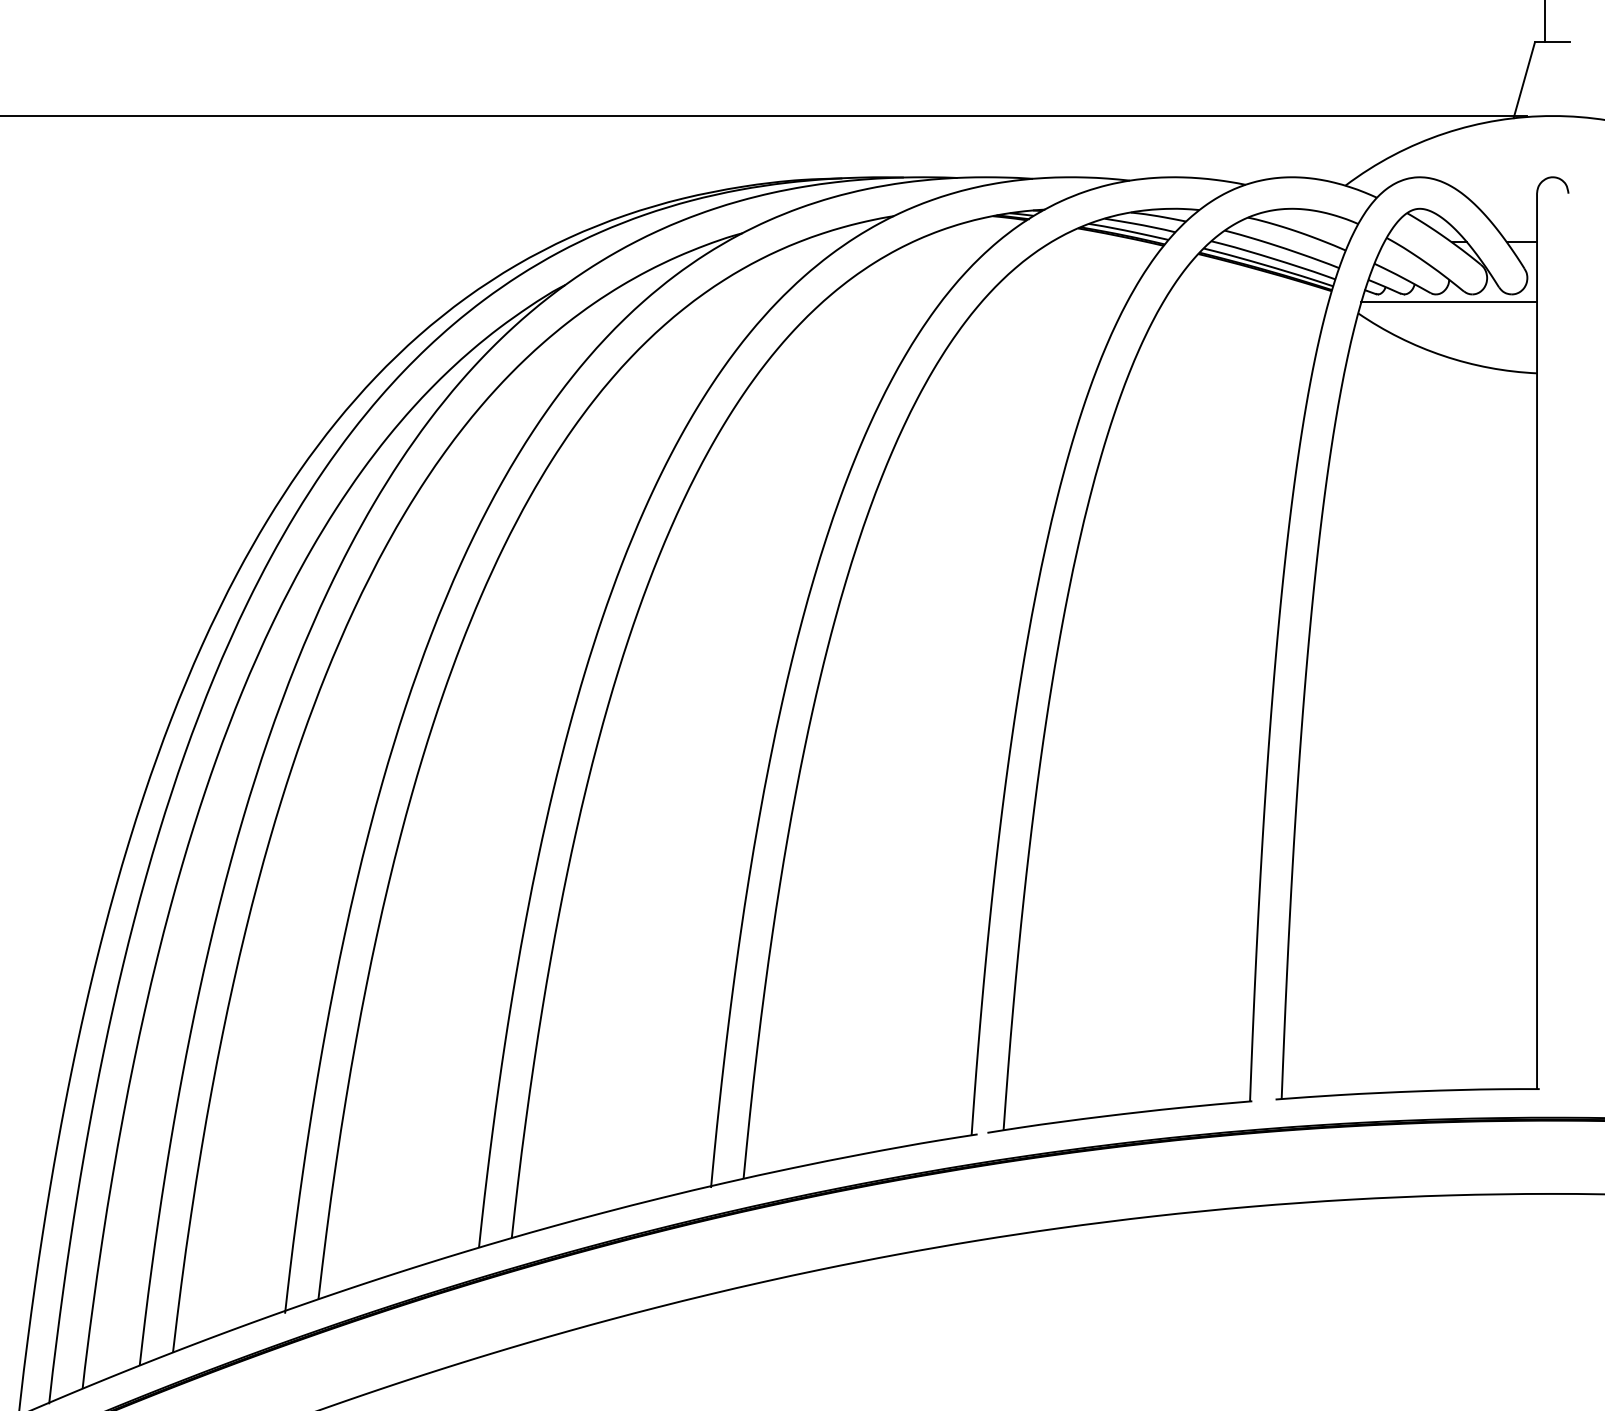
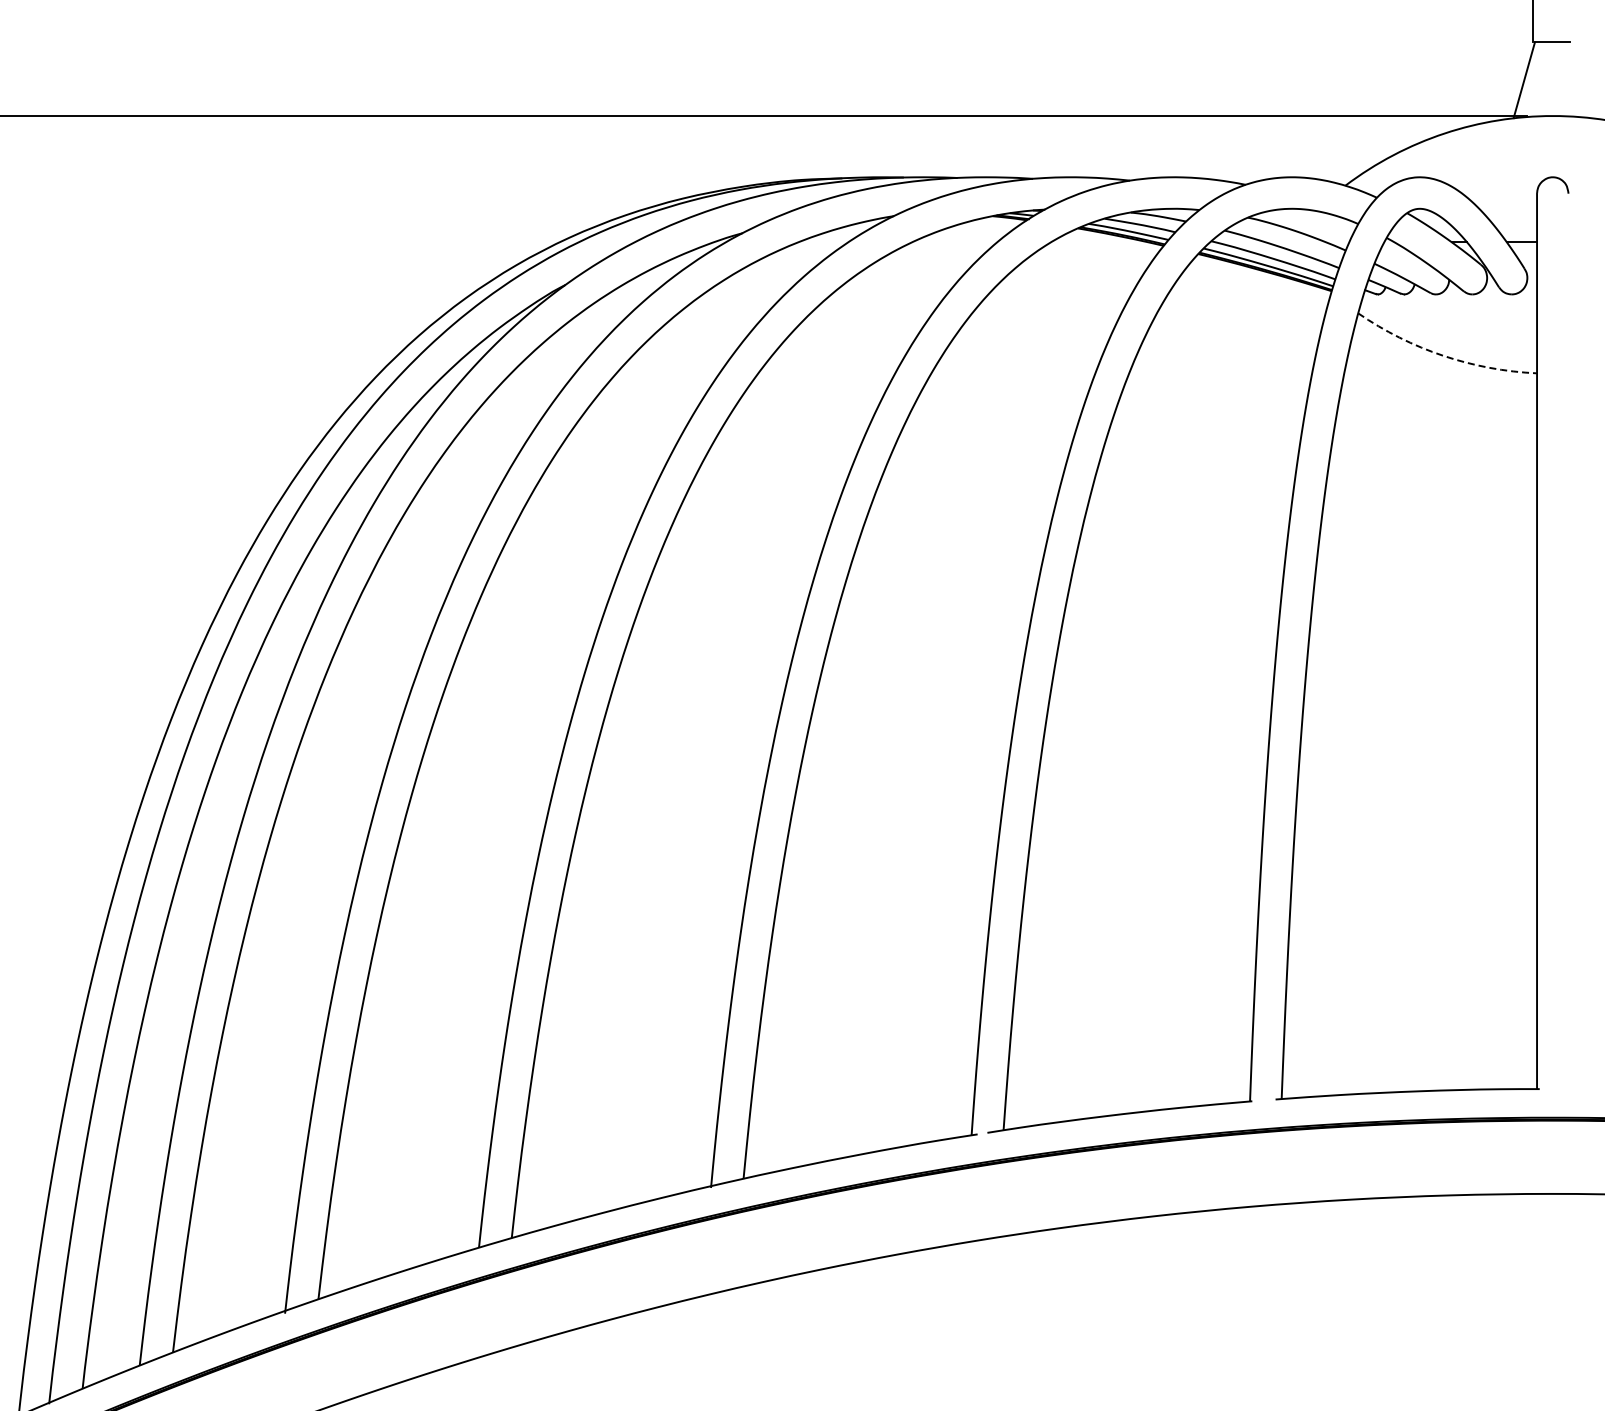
line at (1545, 22) position: (1545, 22) -> (1533, 22)
line at (1448, 301): present -> none
arc at (1443, 355): solid -> dashed
